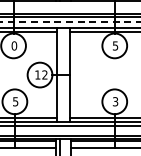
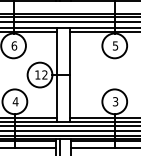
line at (70, 21): dashed -> solid
text at (14, 45): 0 -> 6
text at (15, 101): 5 -> 4
line at (69, 130): none -> present
